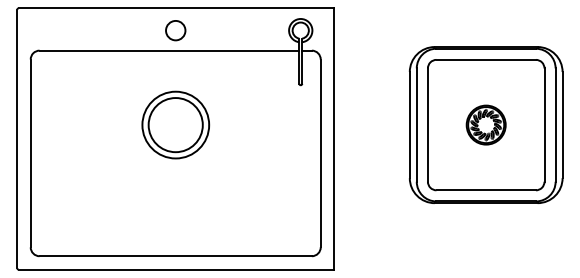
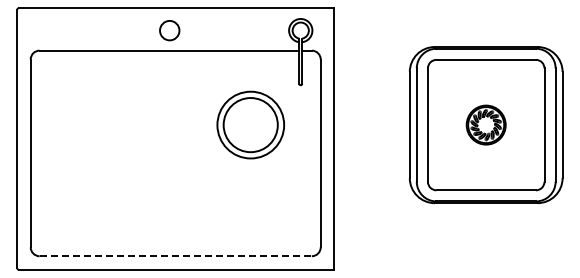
circle at (175, 30) position: (175, 30) -> (169, 30)
part at (175, 124) position: (175, 124) -> (250, 124)
line at (176, 256): solid -> dashed
